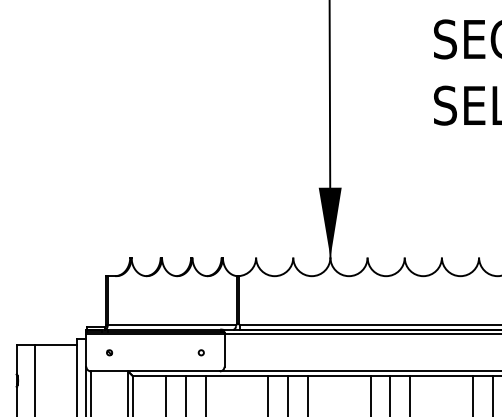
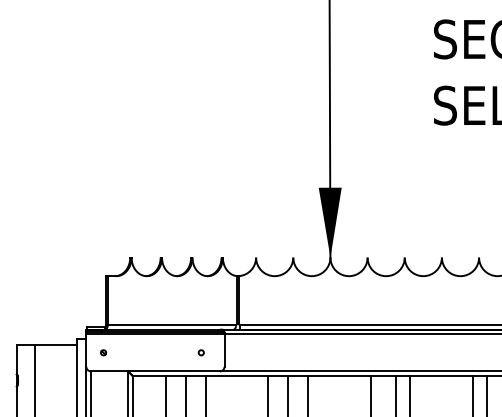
part at (109, 352) position: (109, 352) -> (103, 352)
line at (390, 394) position: (390, 394) -> (396, 394)
line at (492, 394) position: (492, 394) -> (486, 394)
